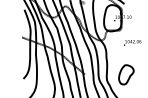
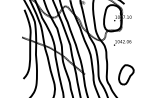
text at (132, 42) position: (132, 42) -> (122, 42)
